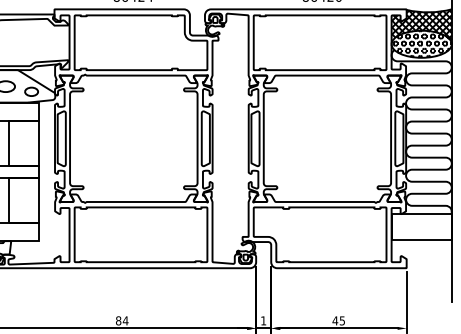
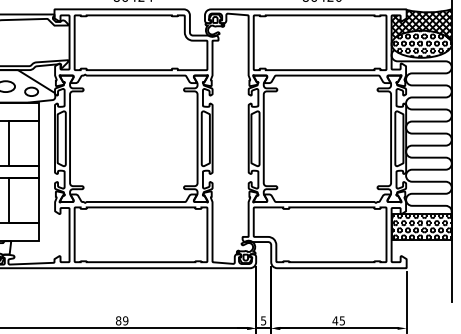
hatch at (421, 226): none -> present
text at (125, 320): 84 -> 89
text at (263, 320): 1 -> 5
